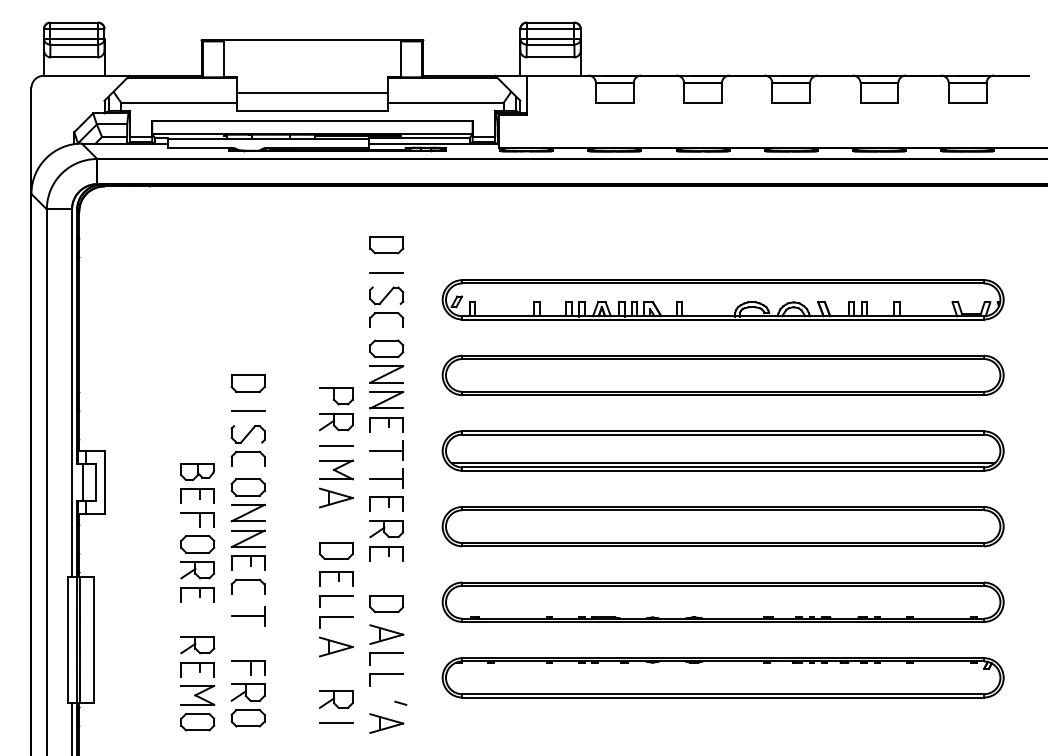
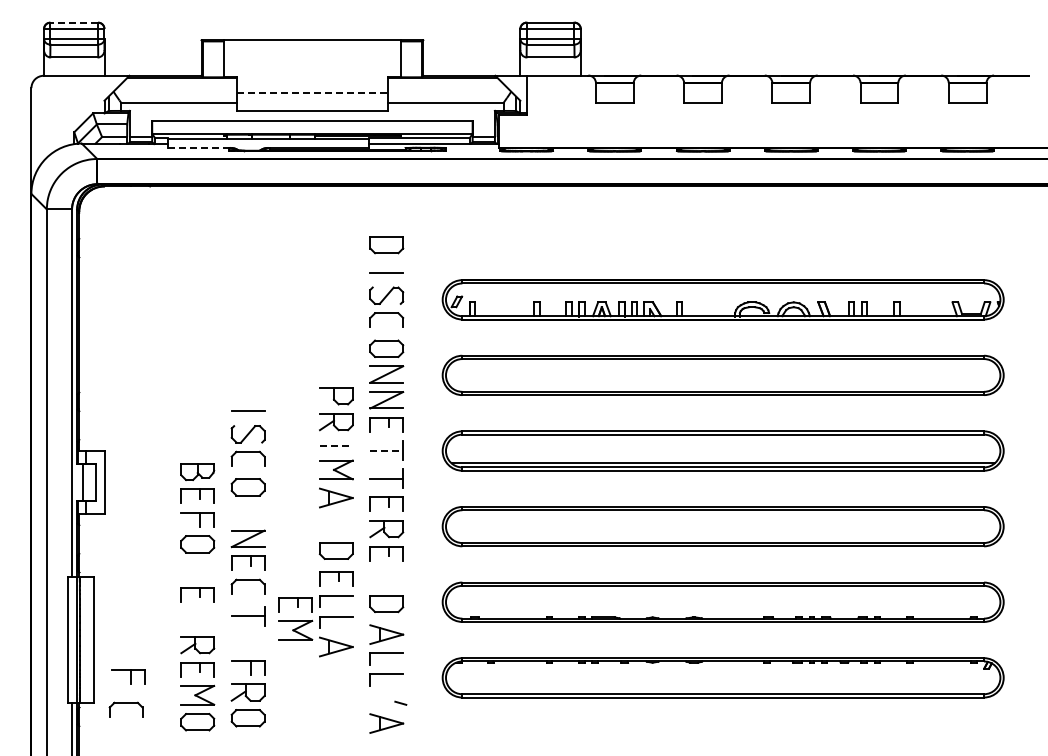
line at (74, 22): solid -> dashed
line at (312, 93): solid -> dashed
line at (199, 148): solid -> dashed
part at (247, 383): present -> none
line at (336, 445): solid -> dashed
line at (387, 450): solid -> dashed
part at (247, 512): present -> none
part at (197, 570): present -> none
part at (295, 618): none -> present
part at (128, 676): none -> present
part at (335, 699): present -> none
part at (125, 709): none -> present
line at (335, 723): present -> none
